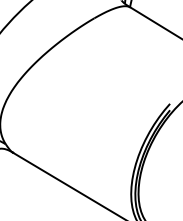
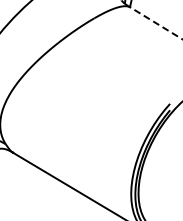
line at (156, 23): solid -> dashed
